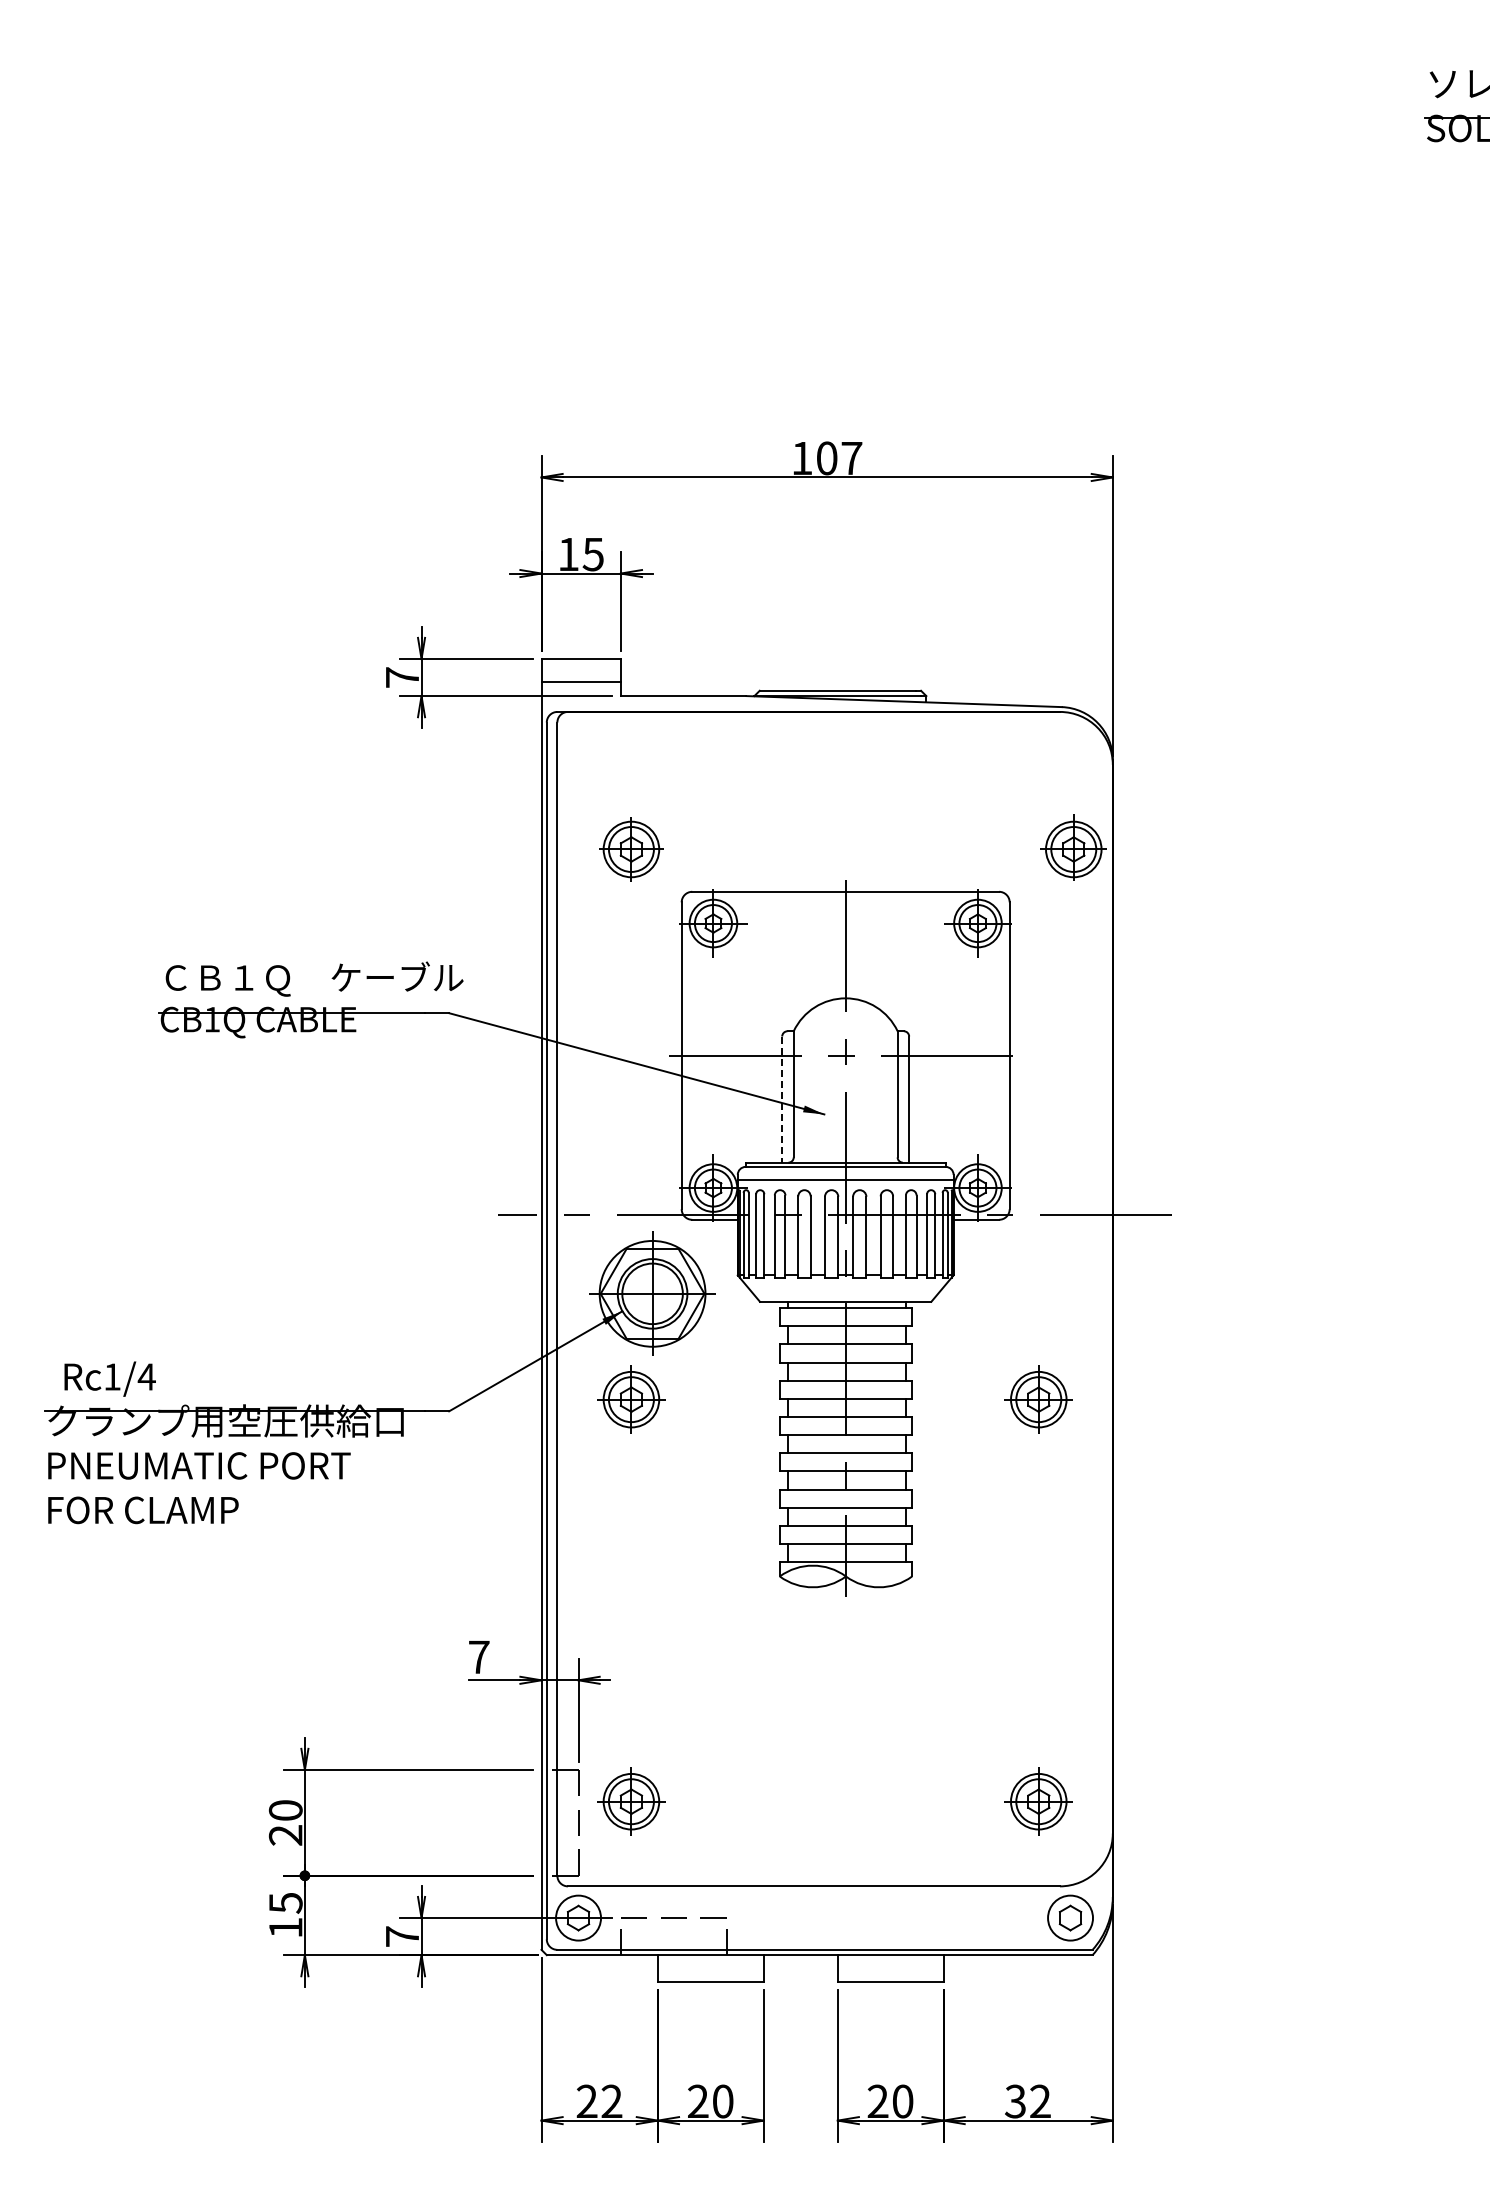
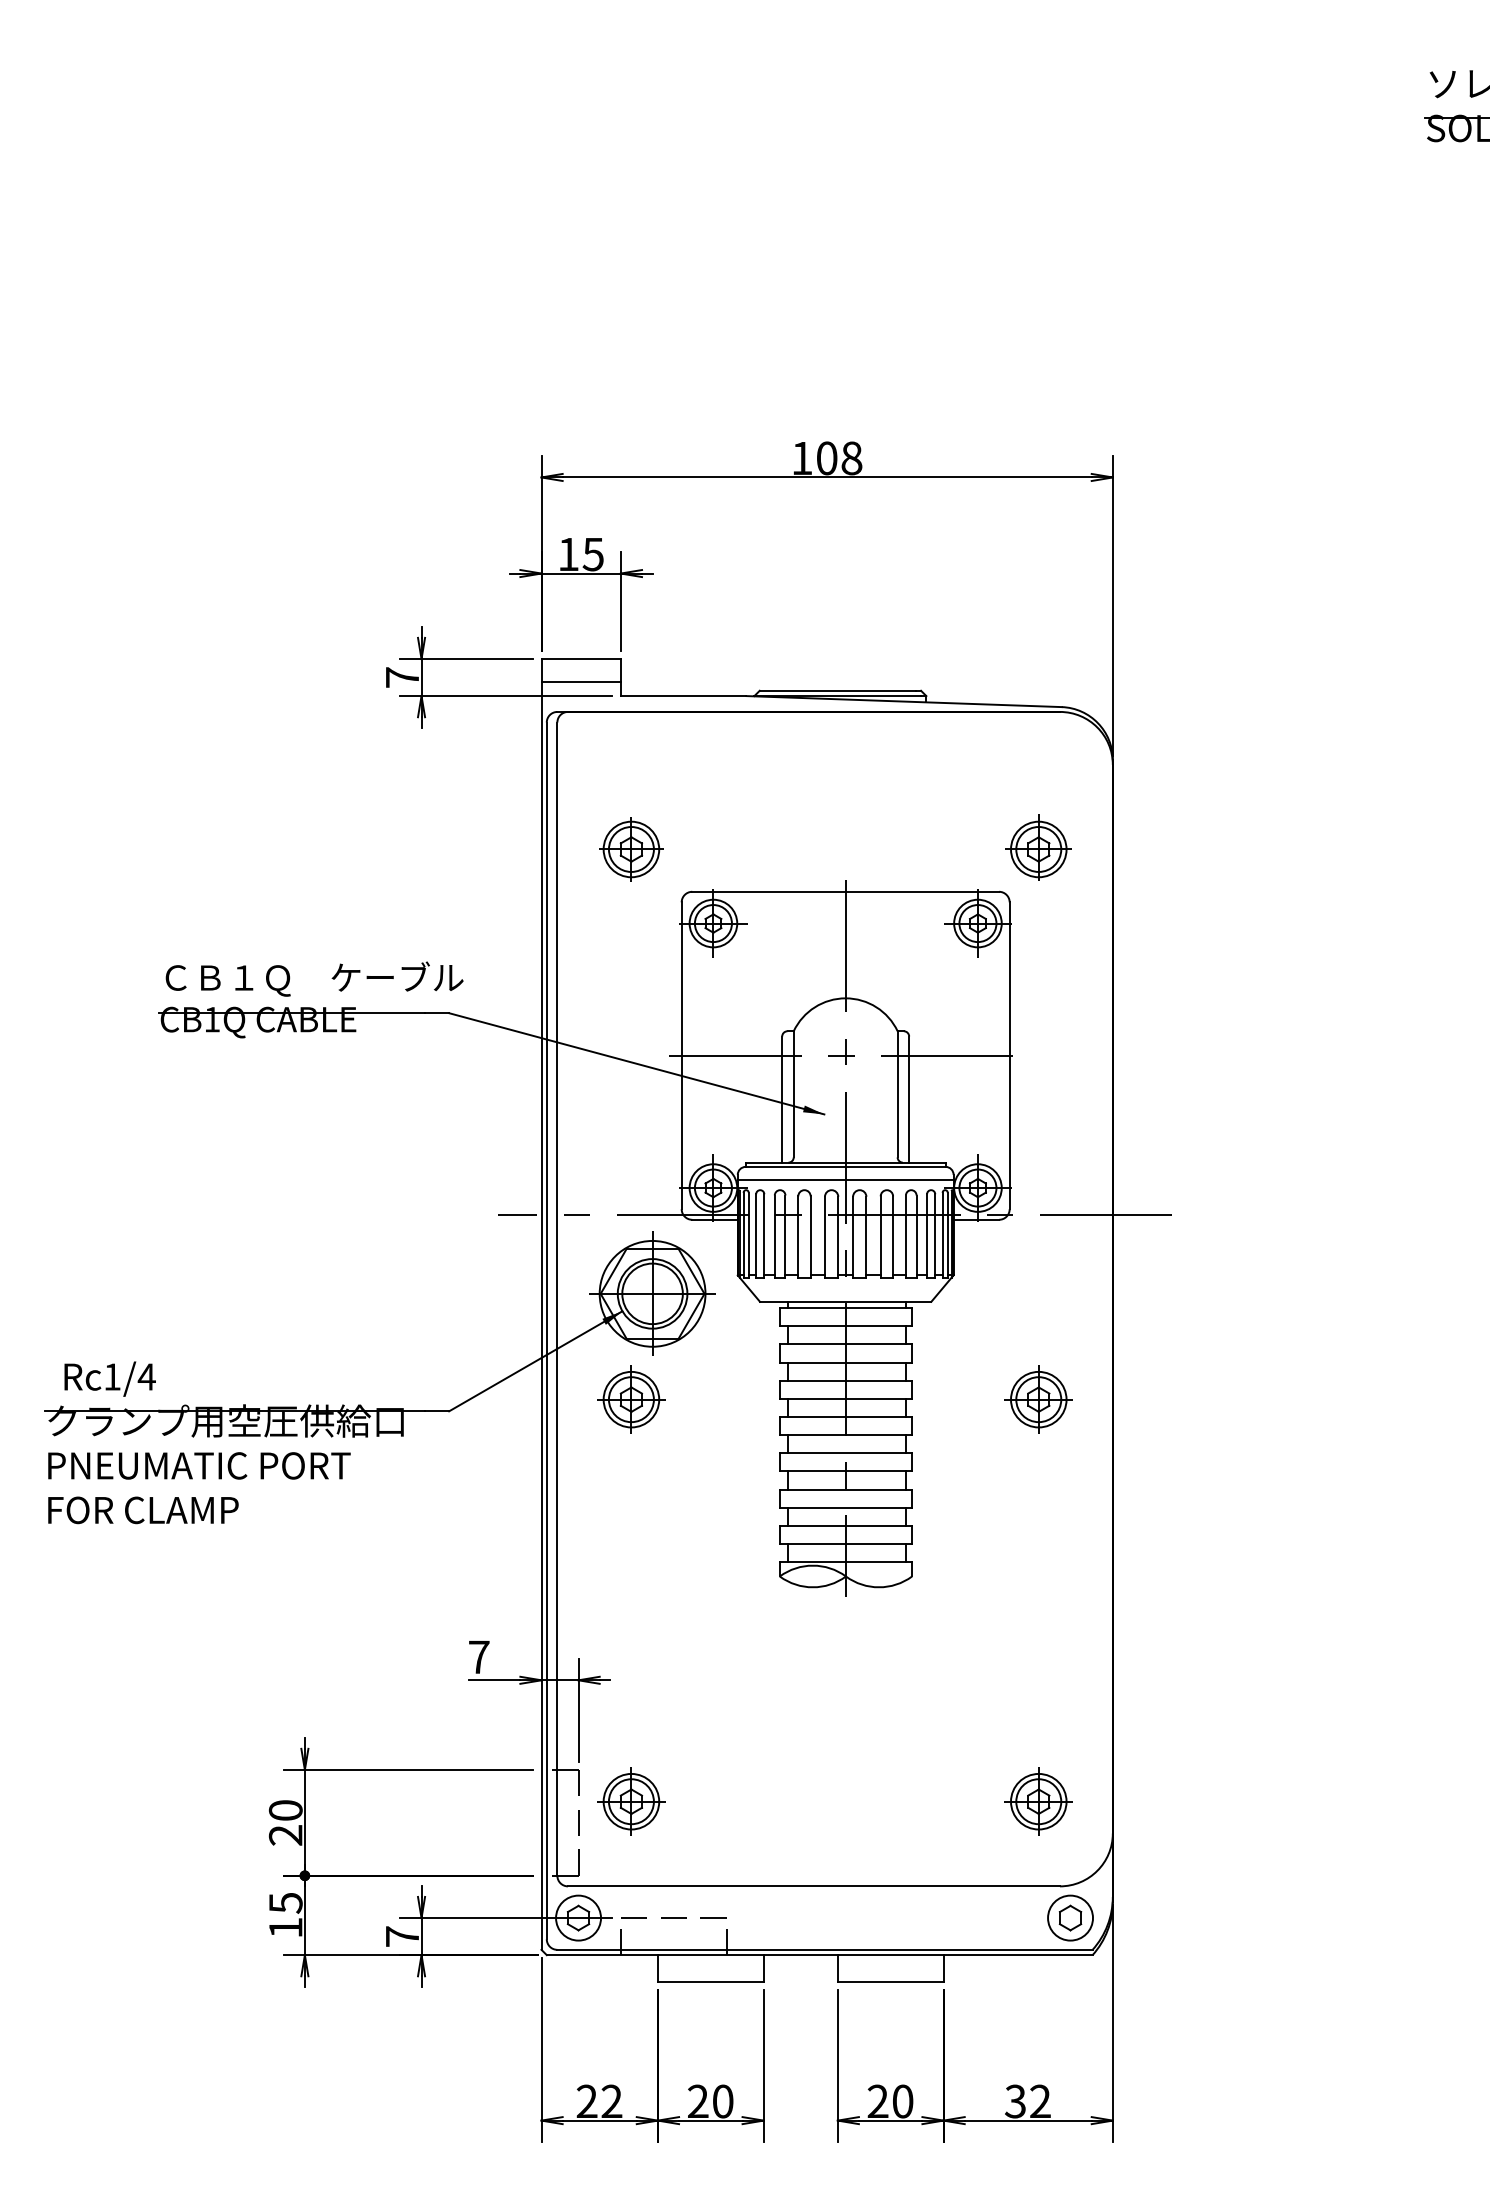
text at (851, 458): 107 -> 108
part at (1073, 847) position: (1073, 847) -> (1038, 847)
line at (782, 1100): dashed -> solid
